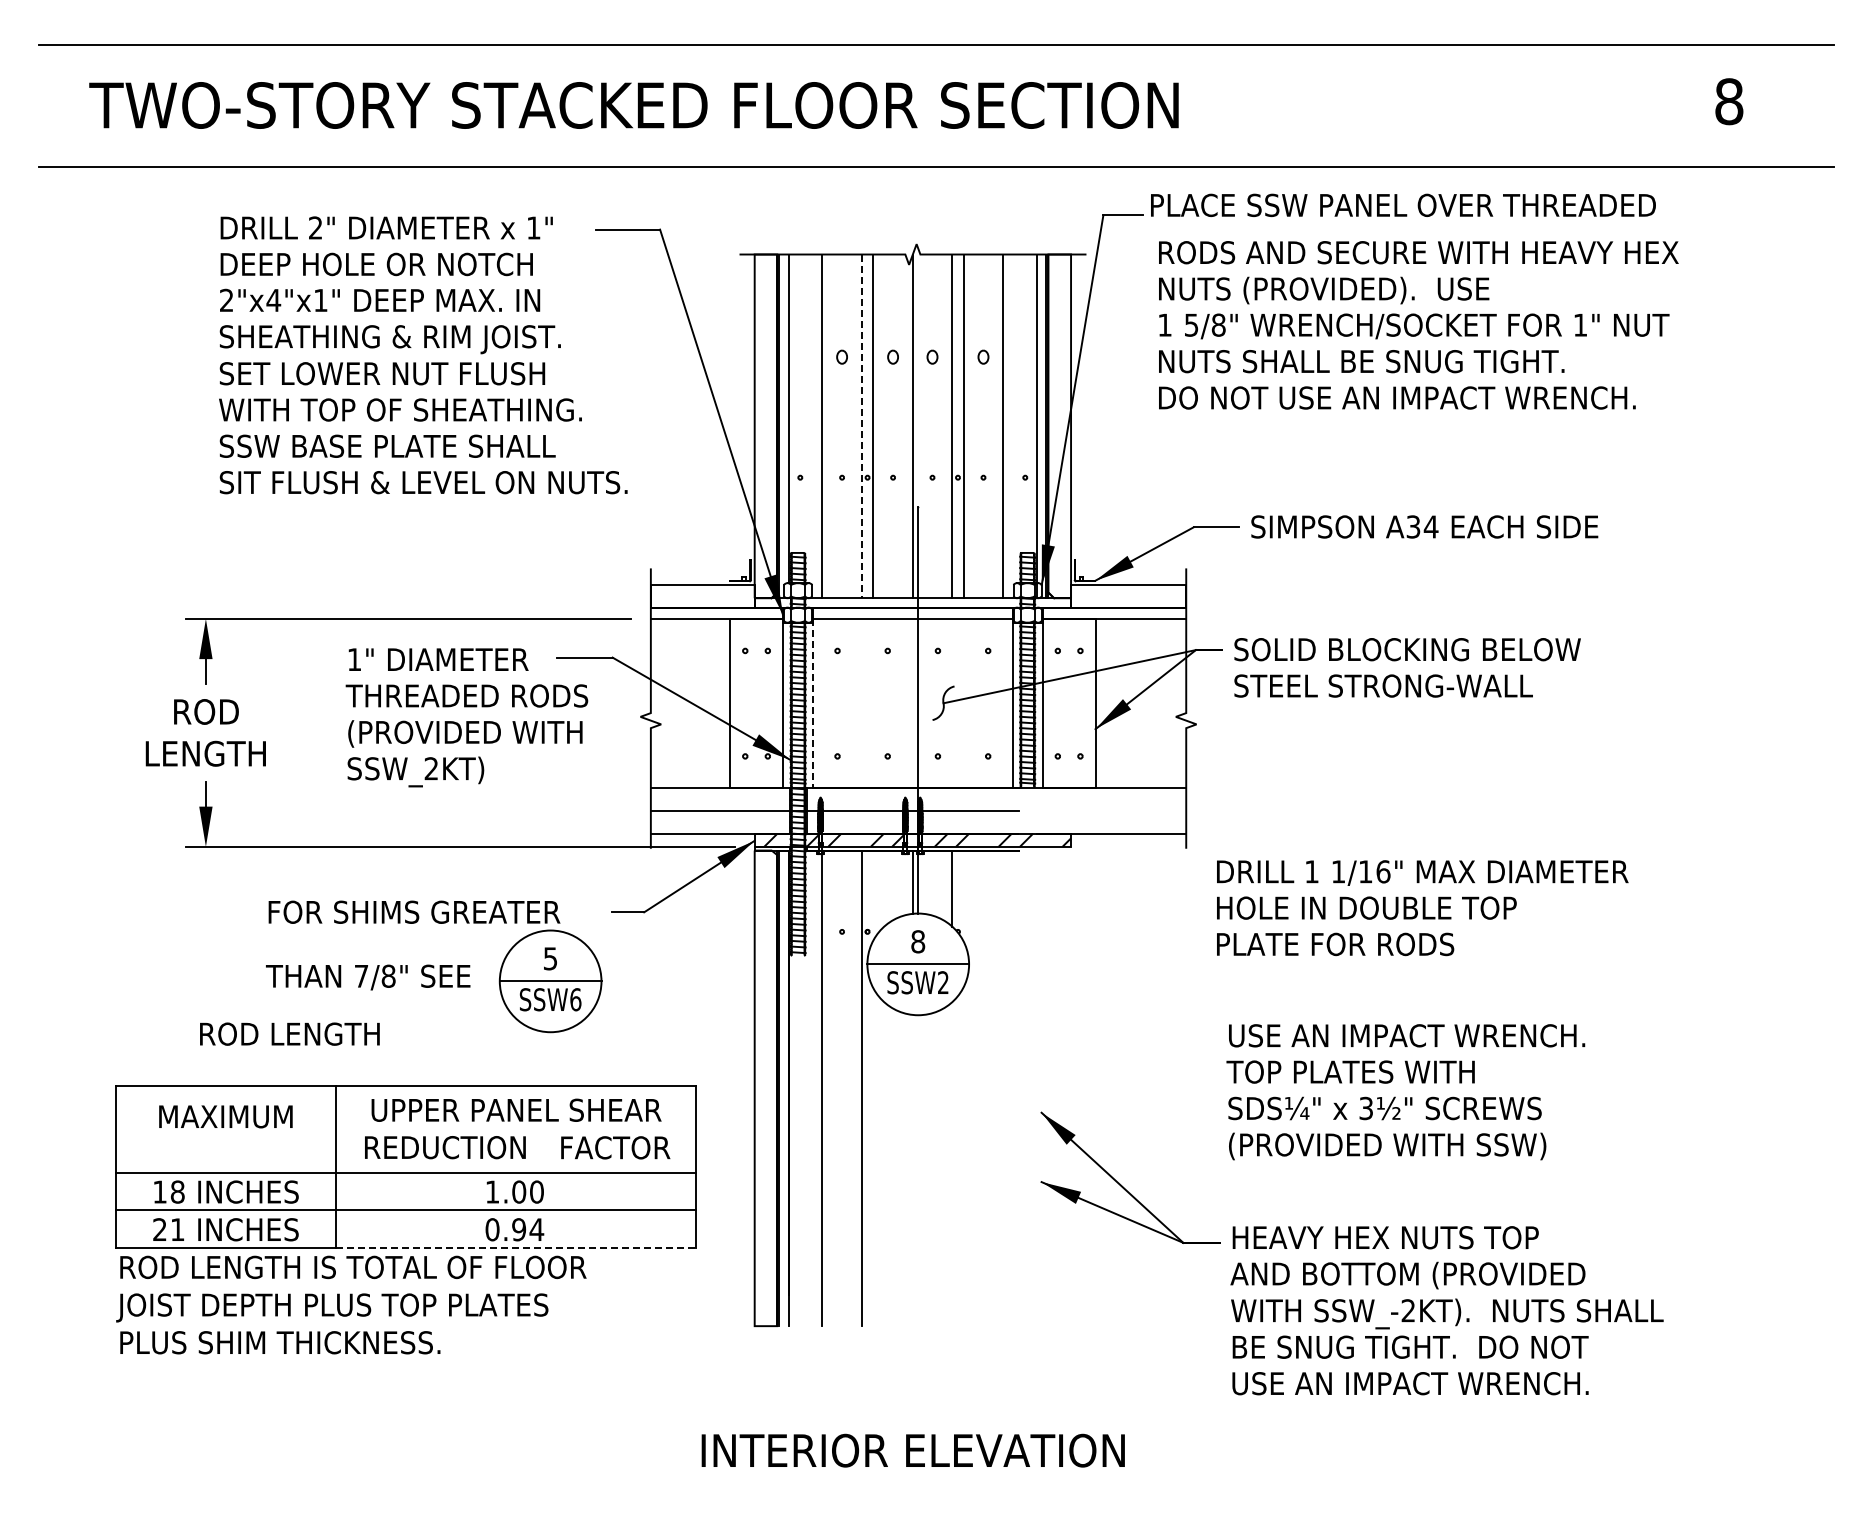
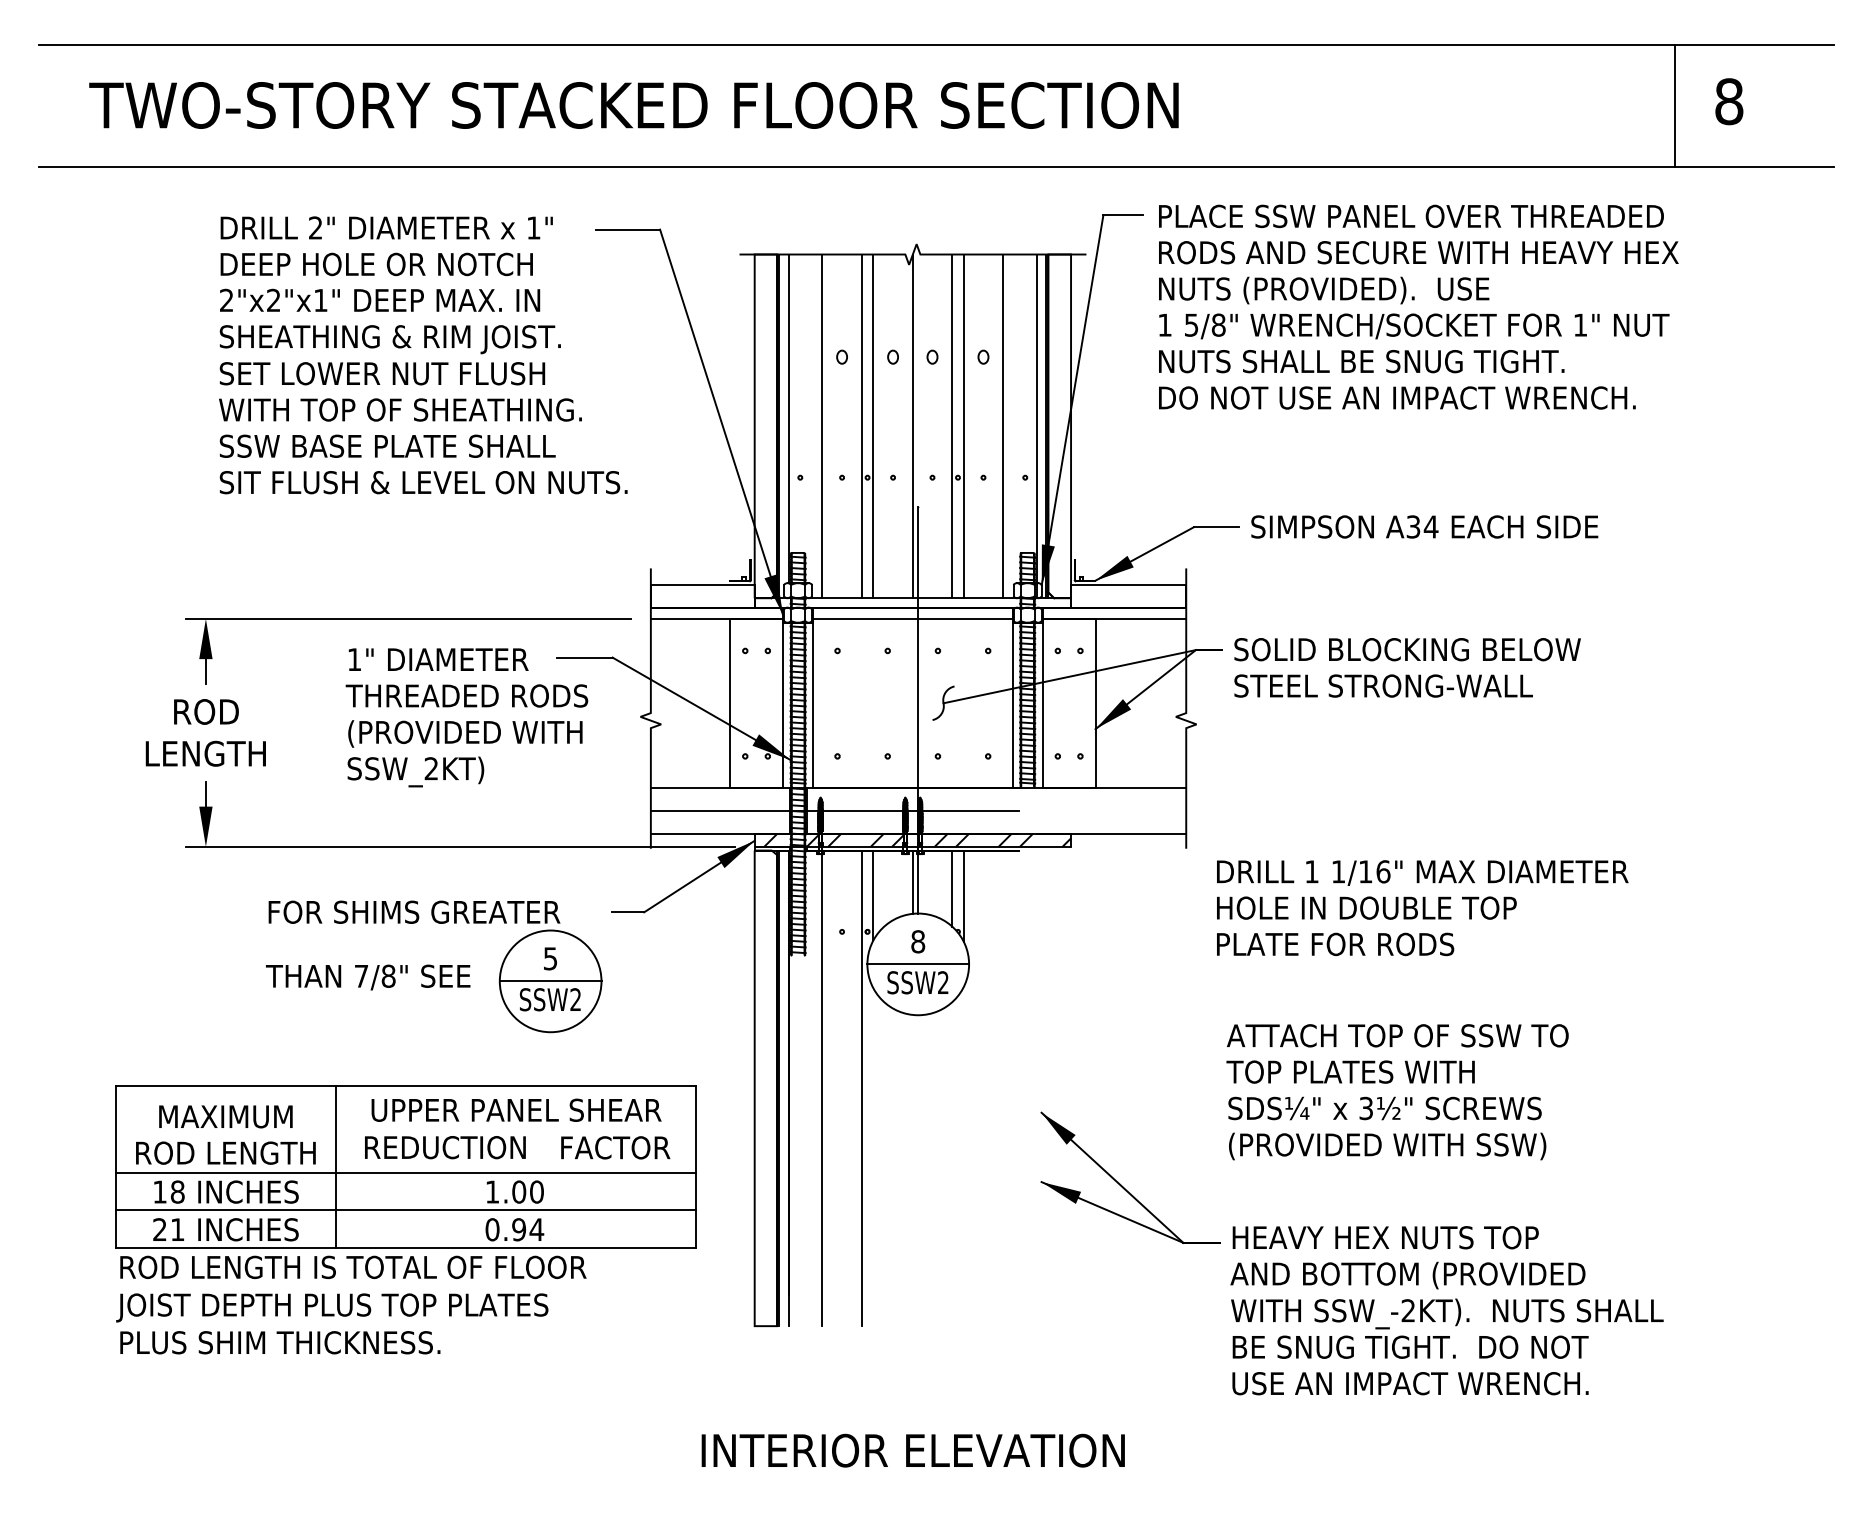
line at (1674, 105): none -> present
text at (1403, 205) position: (1403, 205) -> (1411, 216)
text at (273, 299): 2"x4"x1" -> 2"x2"x1"
line at (861, 426): dashed -> solid
line at (813, 703): dashed -> solid
line at (873, 895): none -> present
line at (963, 895): none -> present
text at (575, 999): SSW6 -> SSW2
text at (289, 1033) position: (289, 1033) -> (225, 1152)
text at (1406, 1035): USE AN IMPACT WRENCH. -> ATTACH TOP OF SSW TO
line at (516, 1247): dashed -> solid
